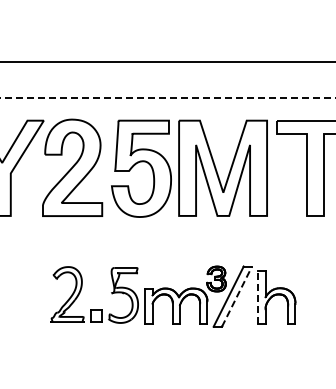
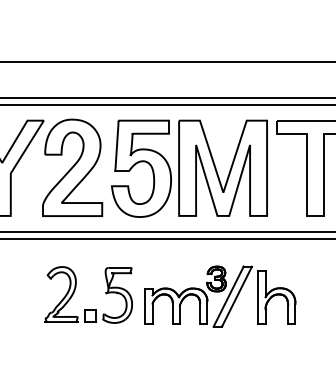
line at (167, 97): dashed -> solid
line at (167, 104): none -> present
line at (167, 232): none -> present
line at (167, 239): none -> present
part at (81, 290) position: (81, 290) -> (75, 290)
line at (237, 296): dashed -> solid
line at (258, 296): dashed -> solid
